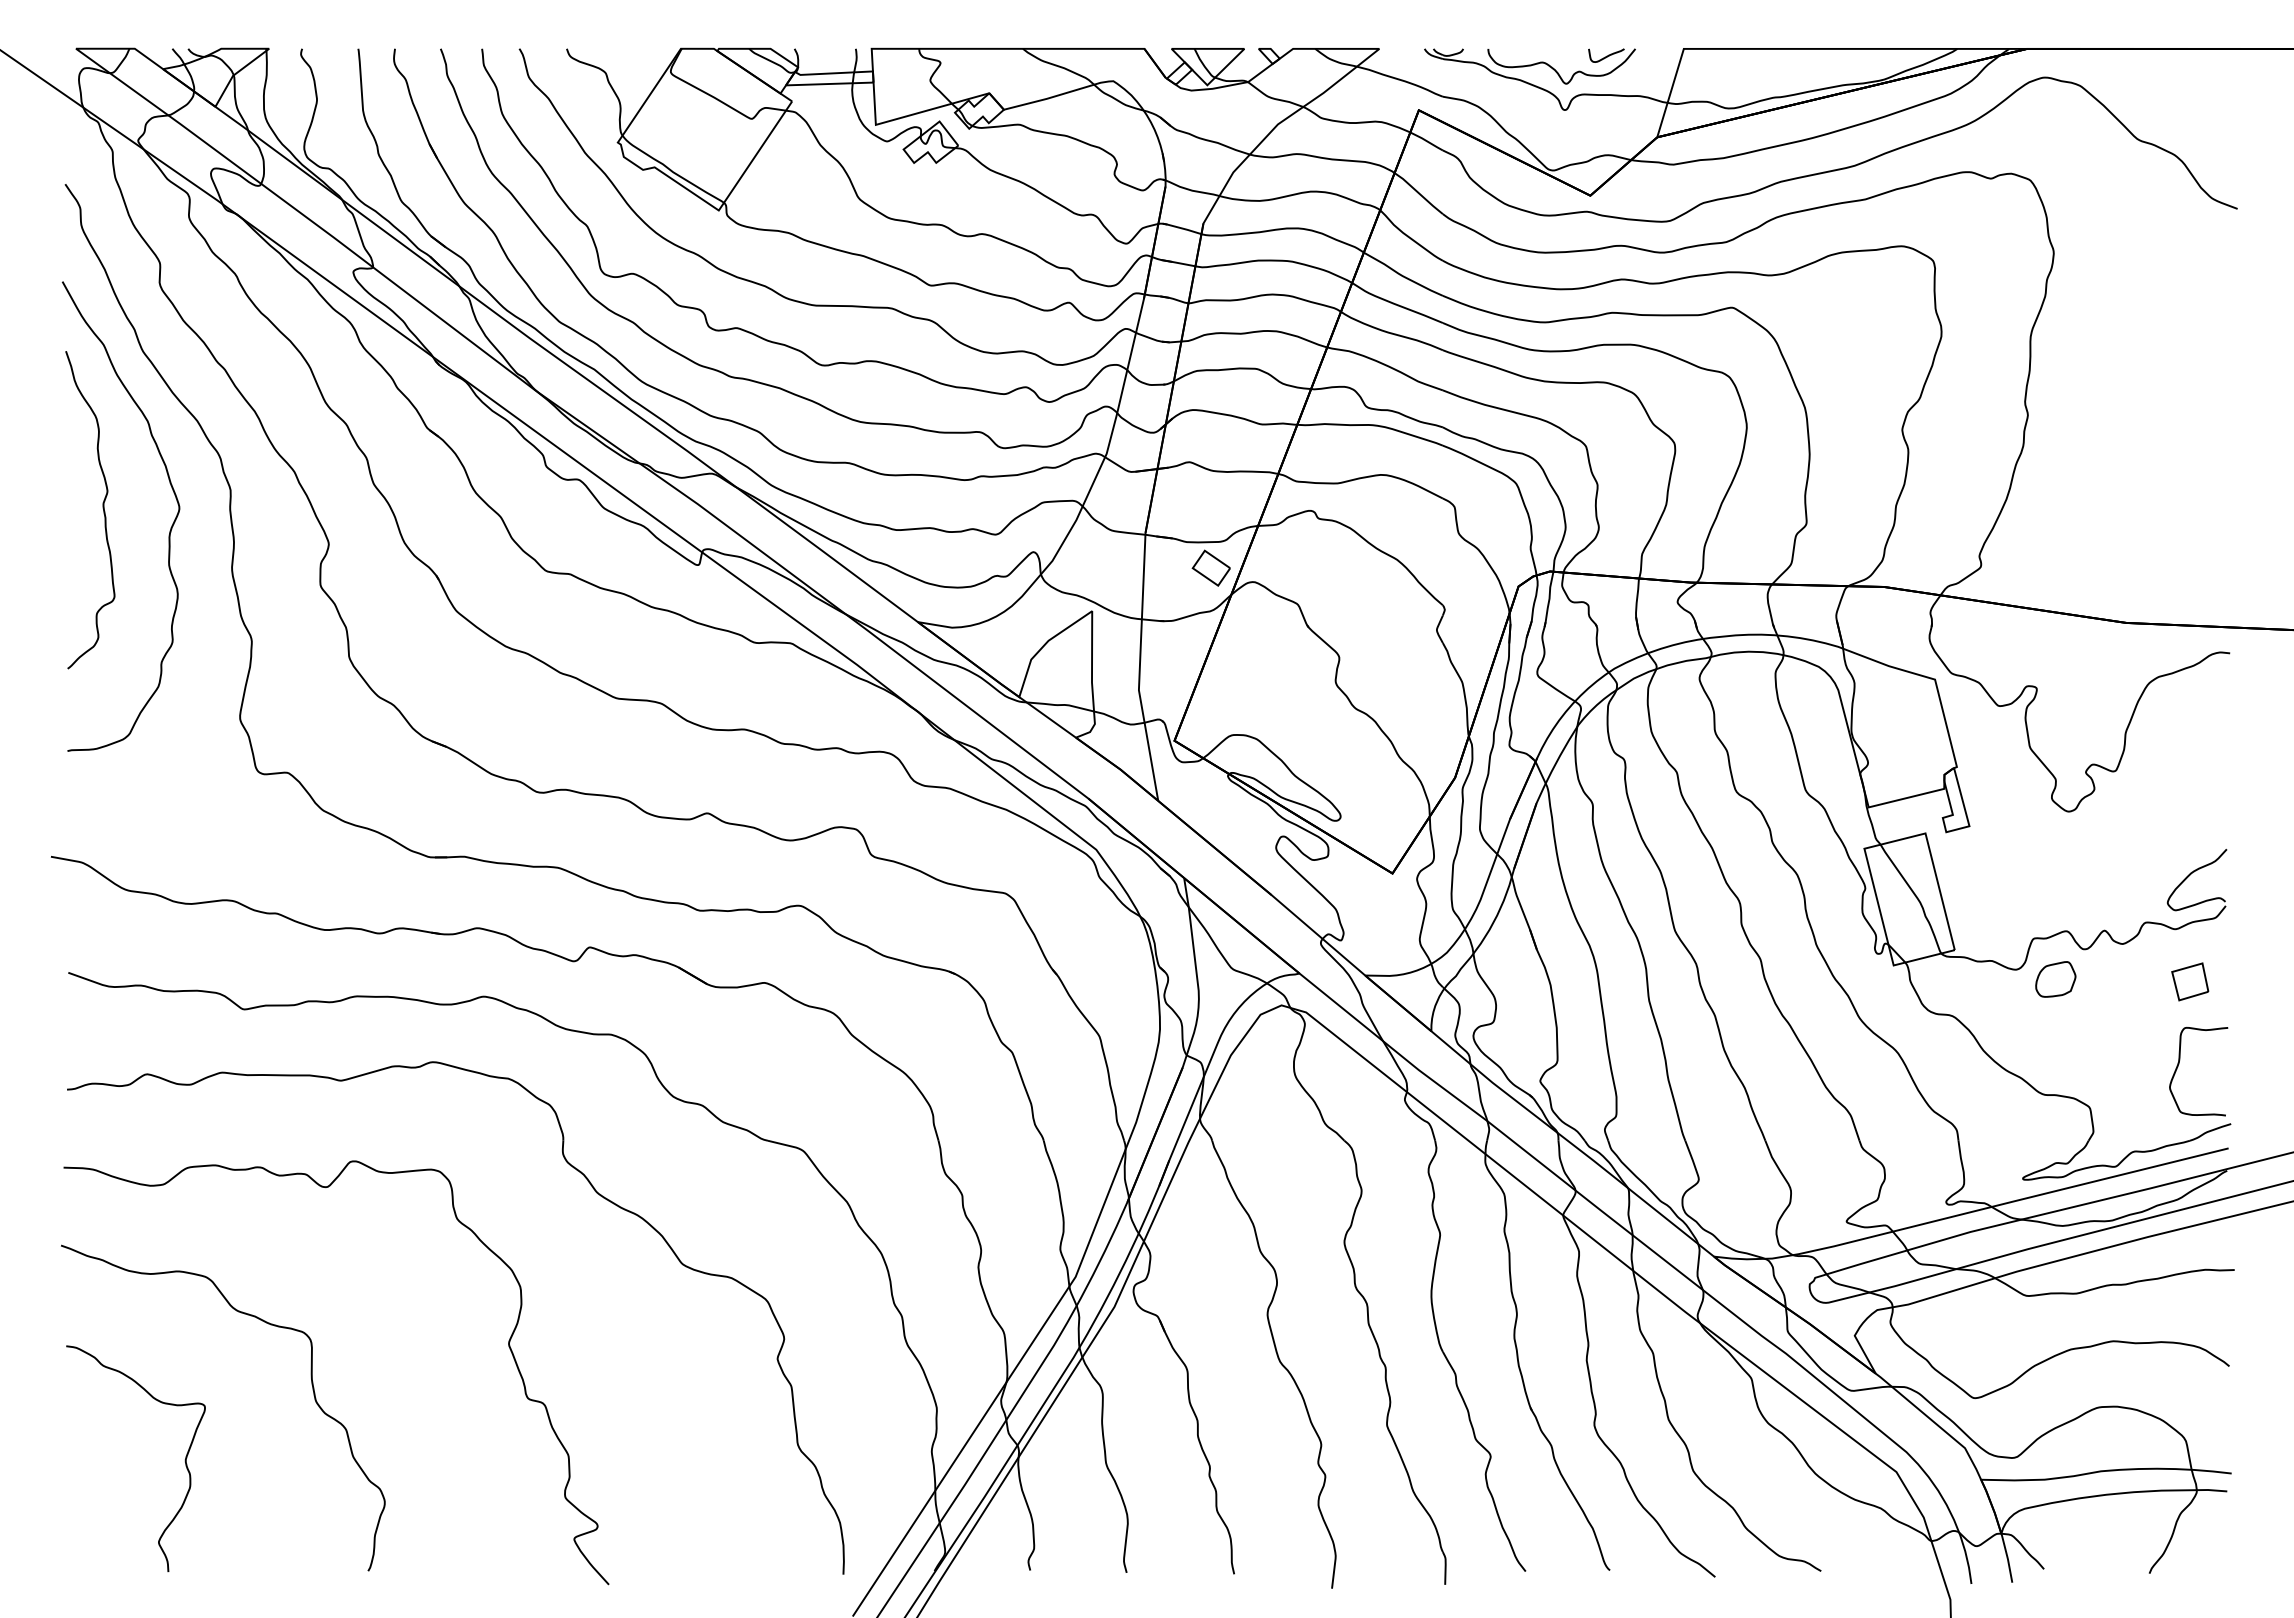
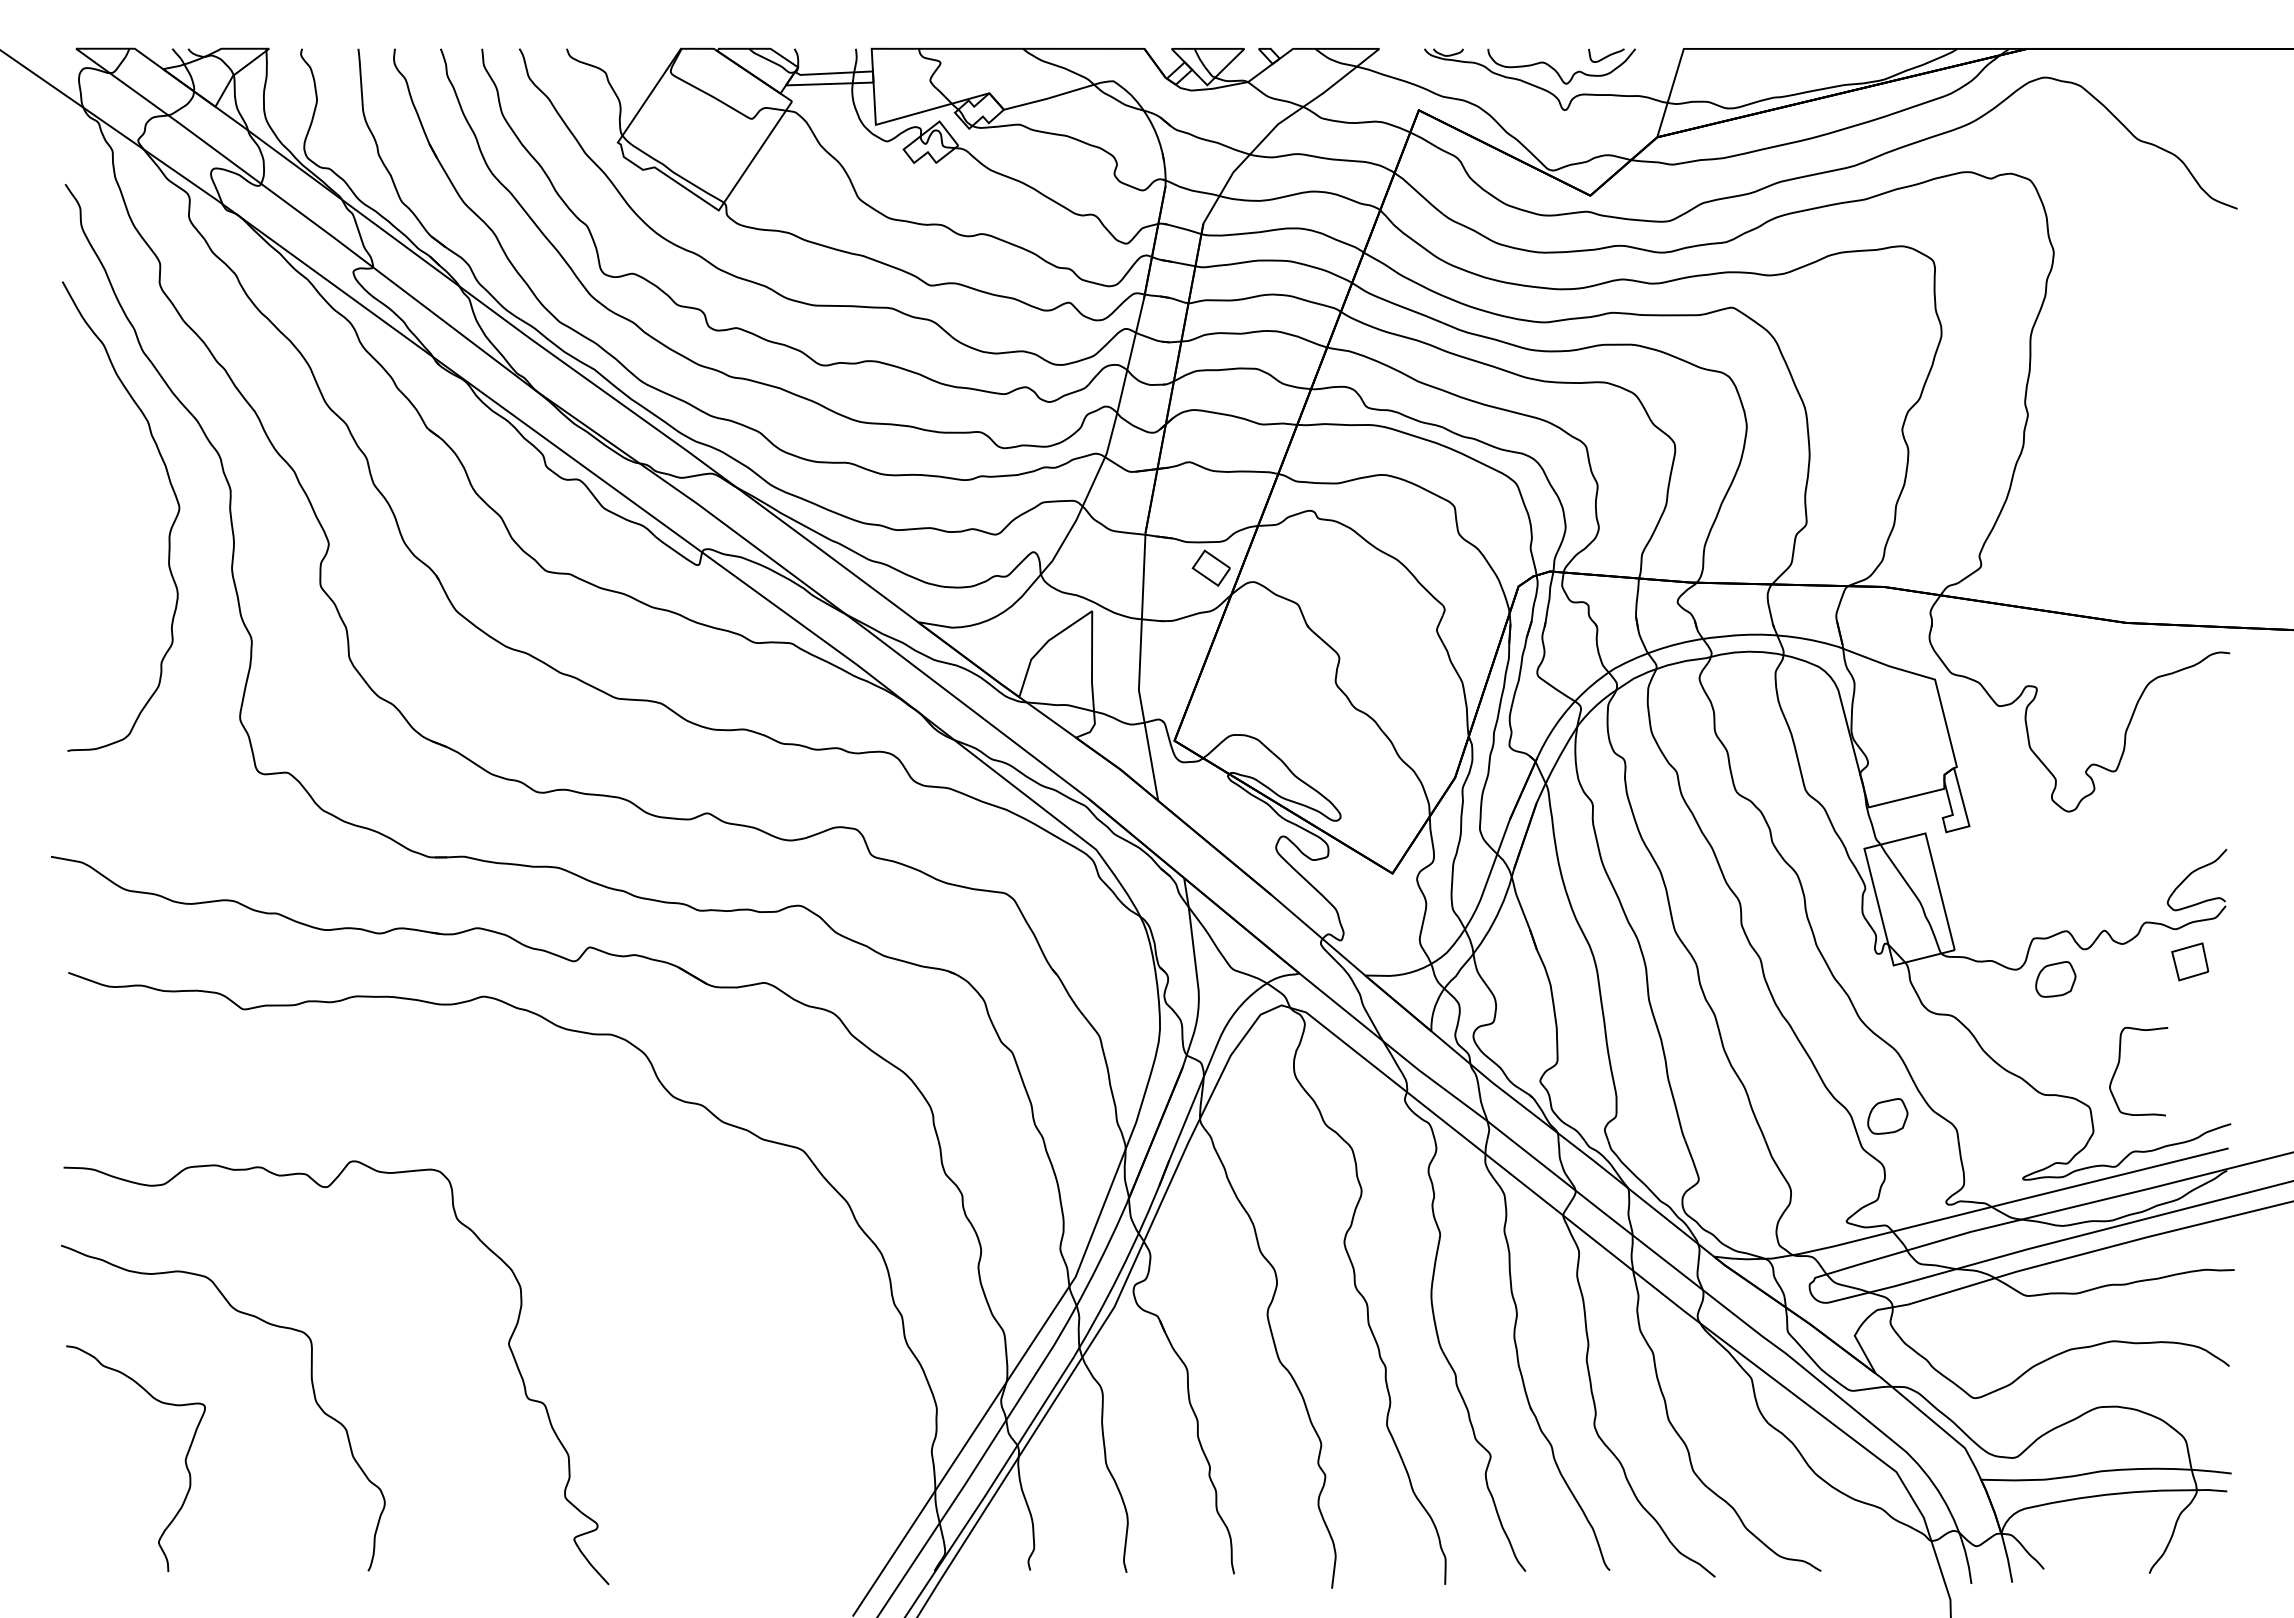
curve at (102, 508): present -> none
part at (2190, 981) position: (2190, 981) -> (2190, 961)
curve at (2179, 1064) position: (2179, 1064) -> (2119, 1064)
part at (1887, 1116): none -> present
part at (594, 1191): present -> none
